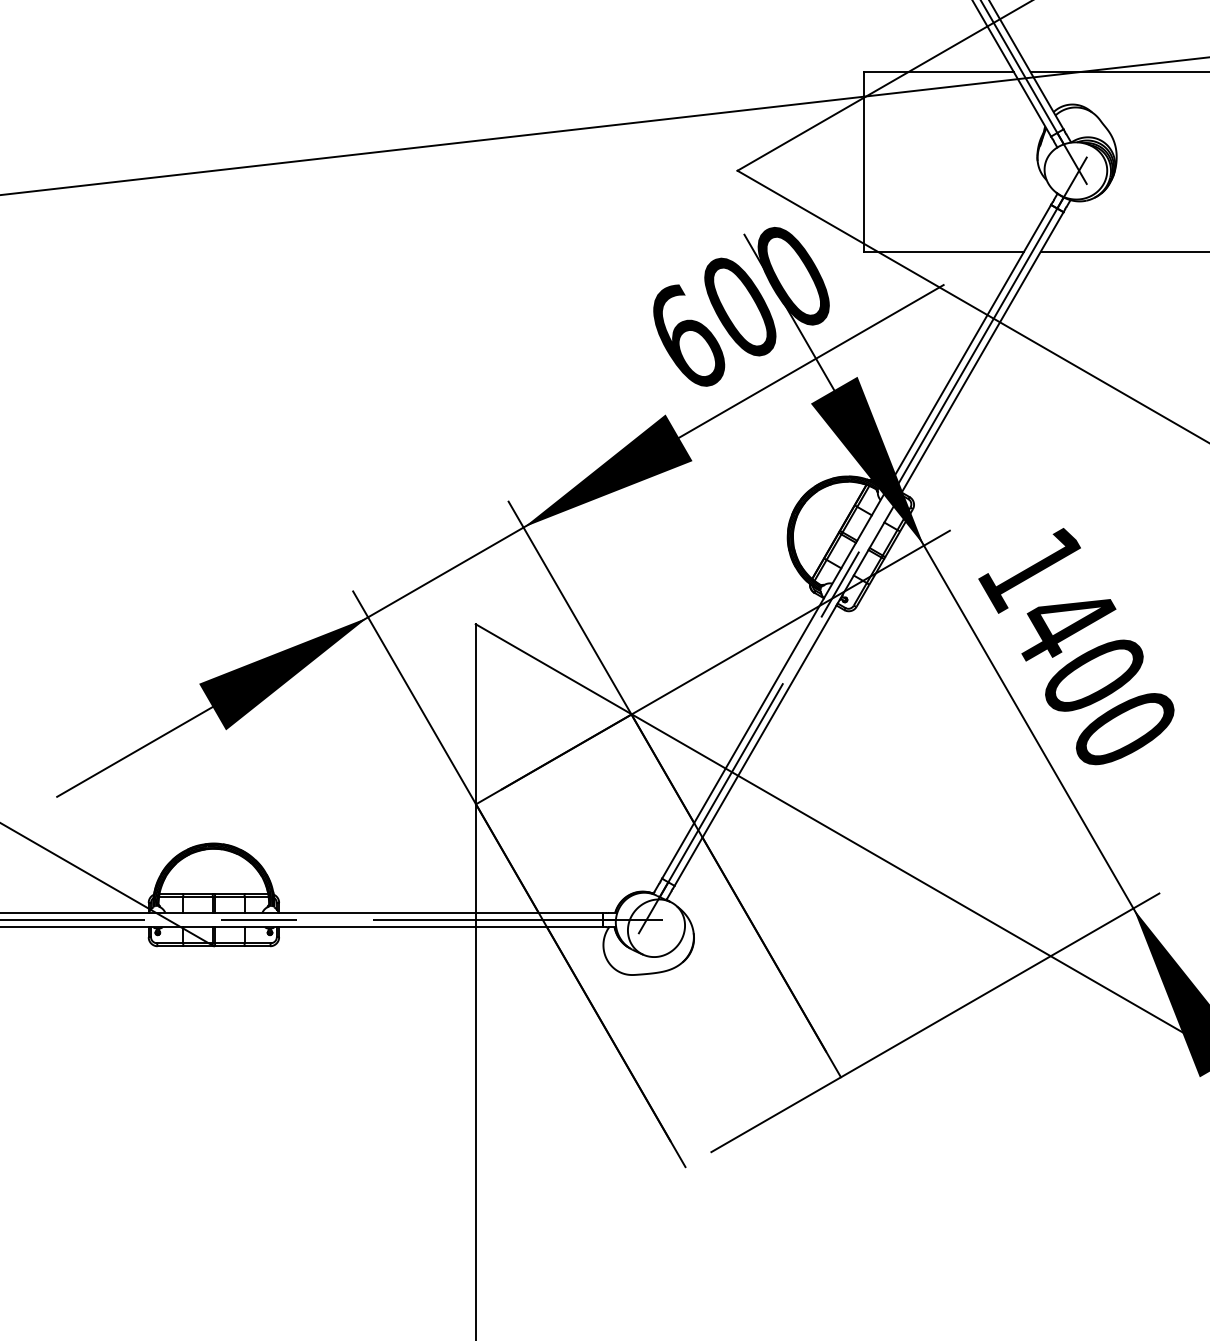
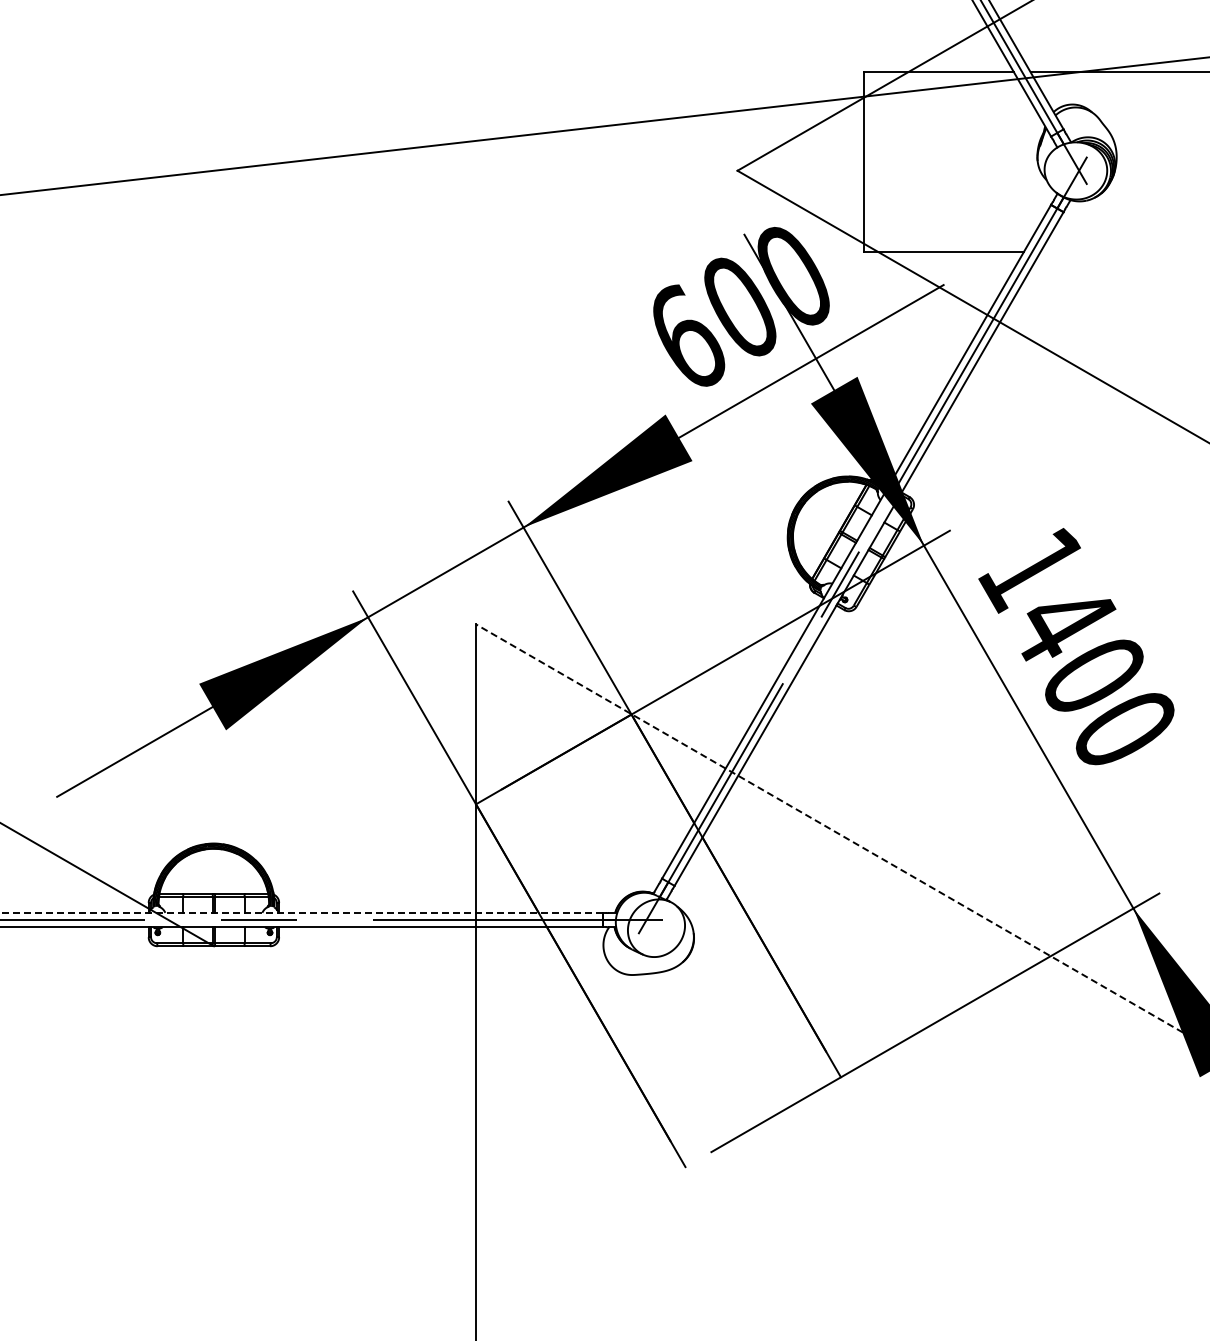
line at (1123, 251): present -> none
line at (842, 836): solid -> dashed
line at (301, 912): solid -> dashed
